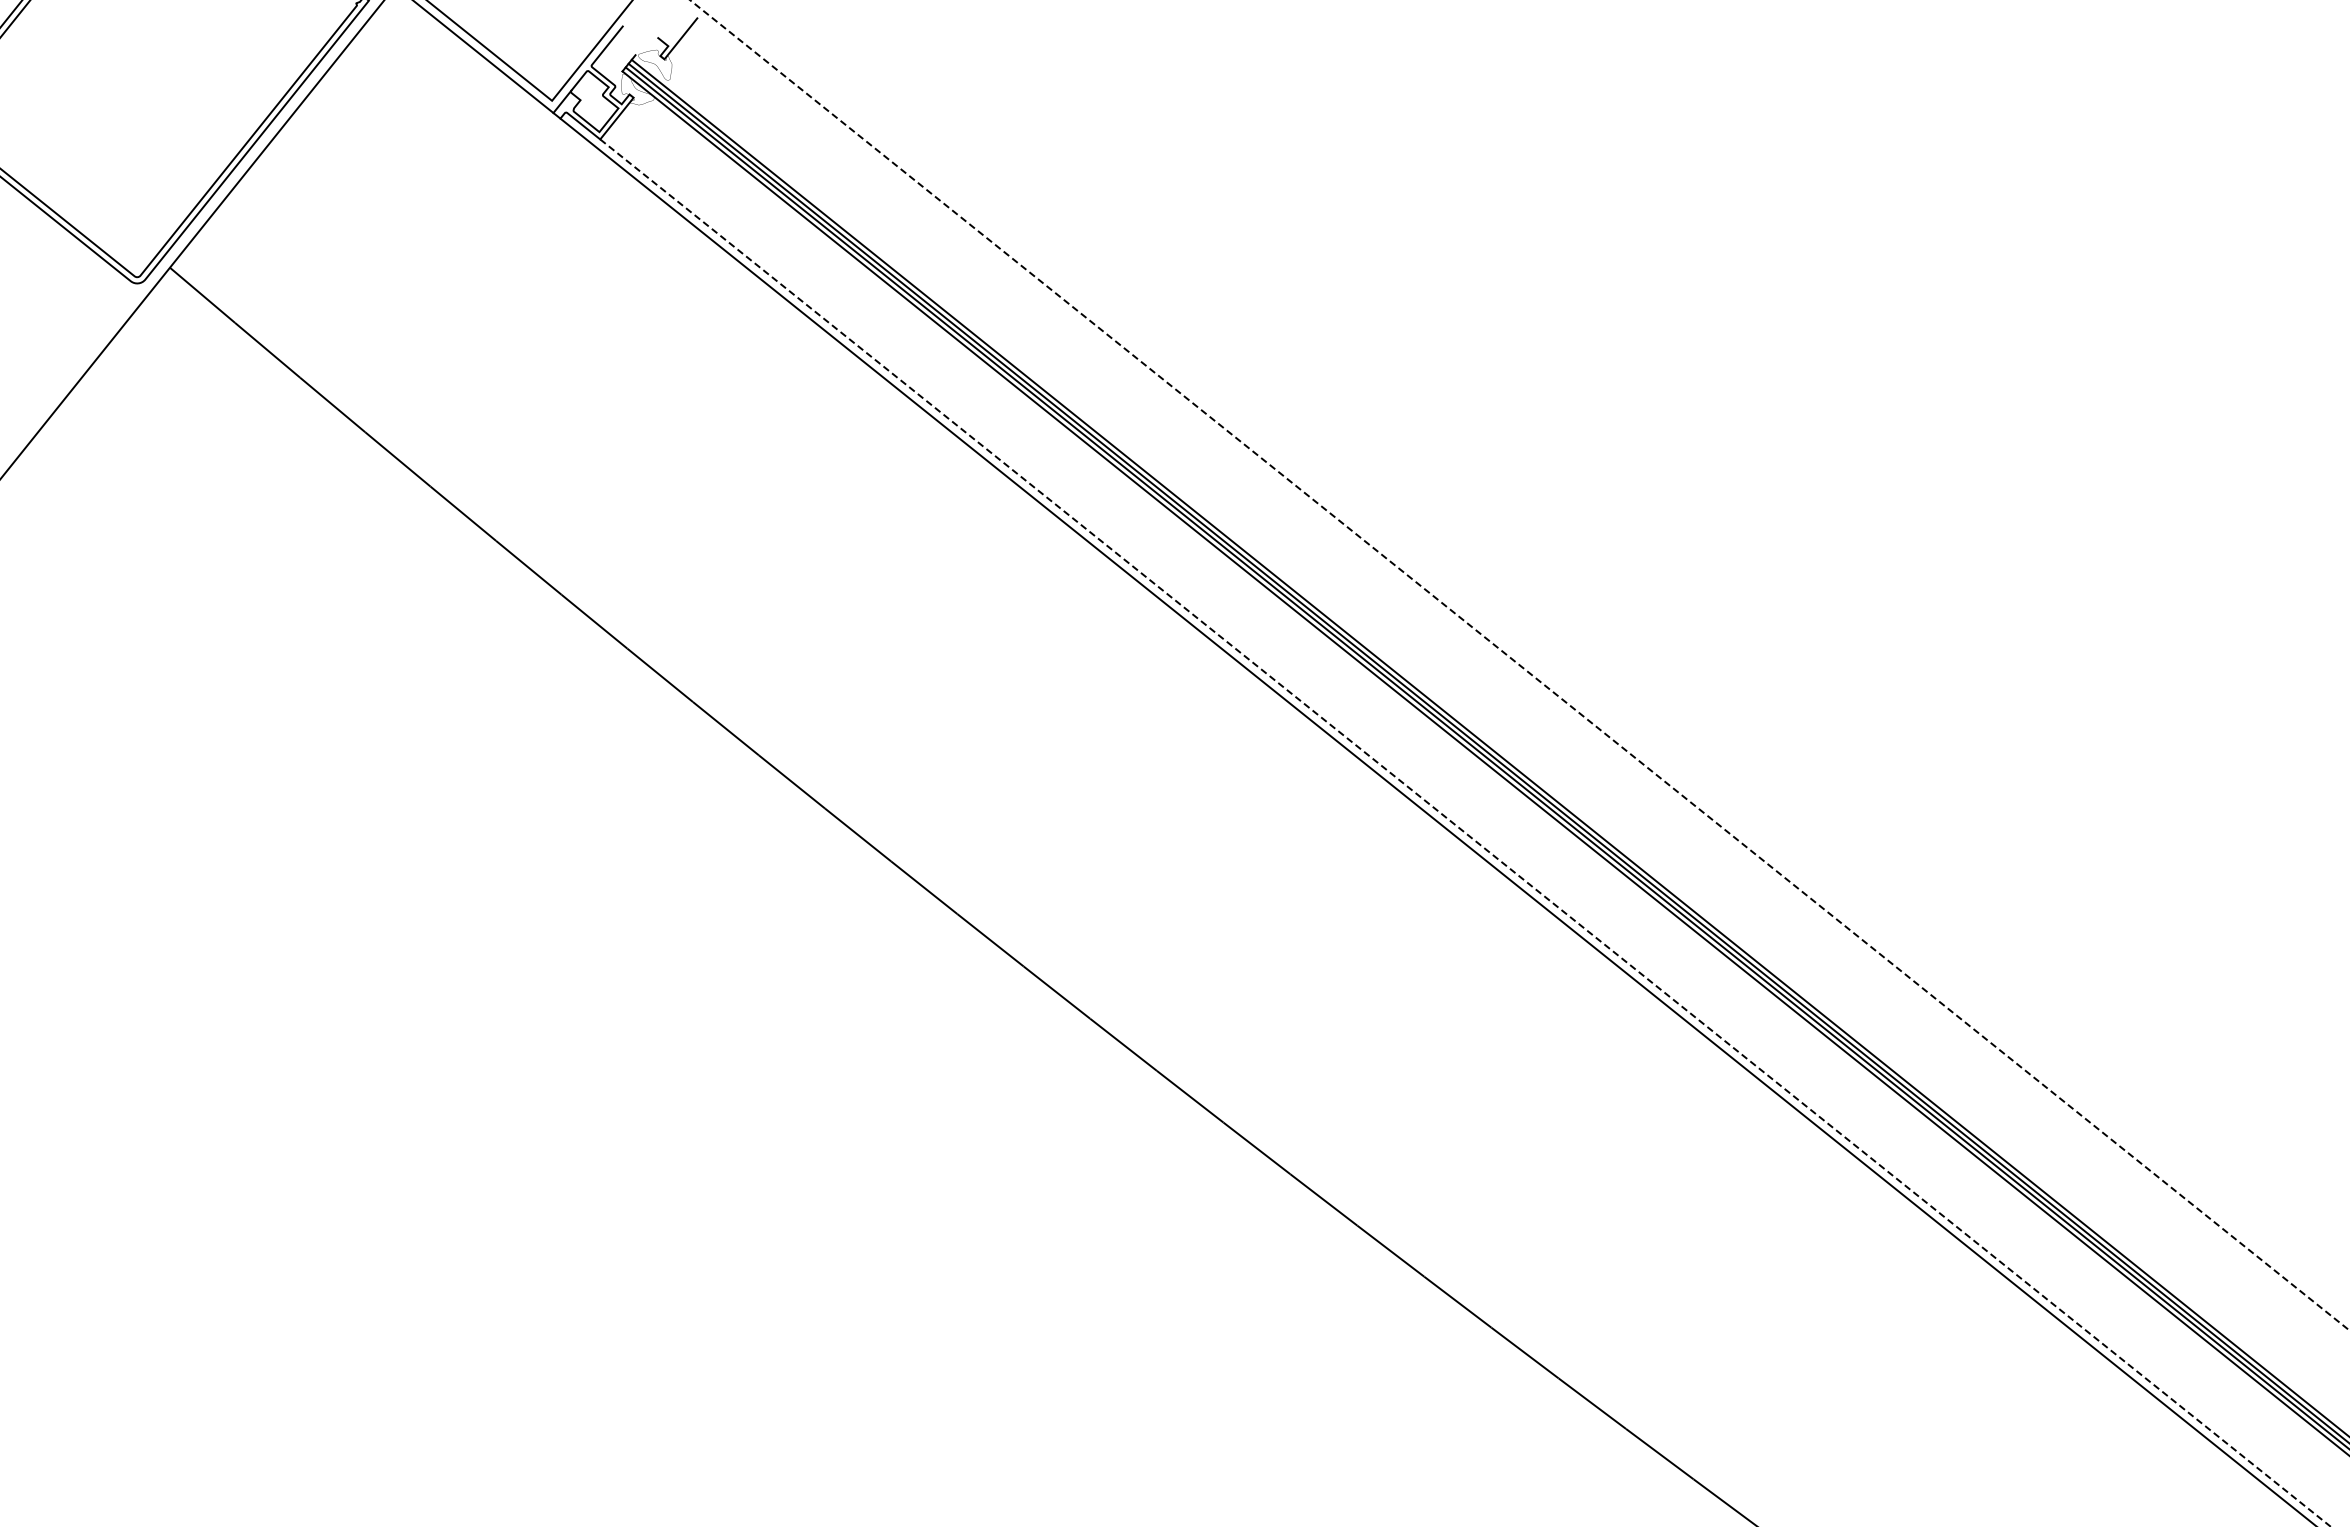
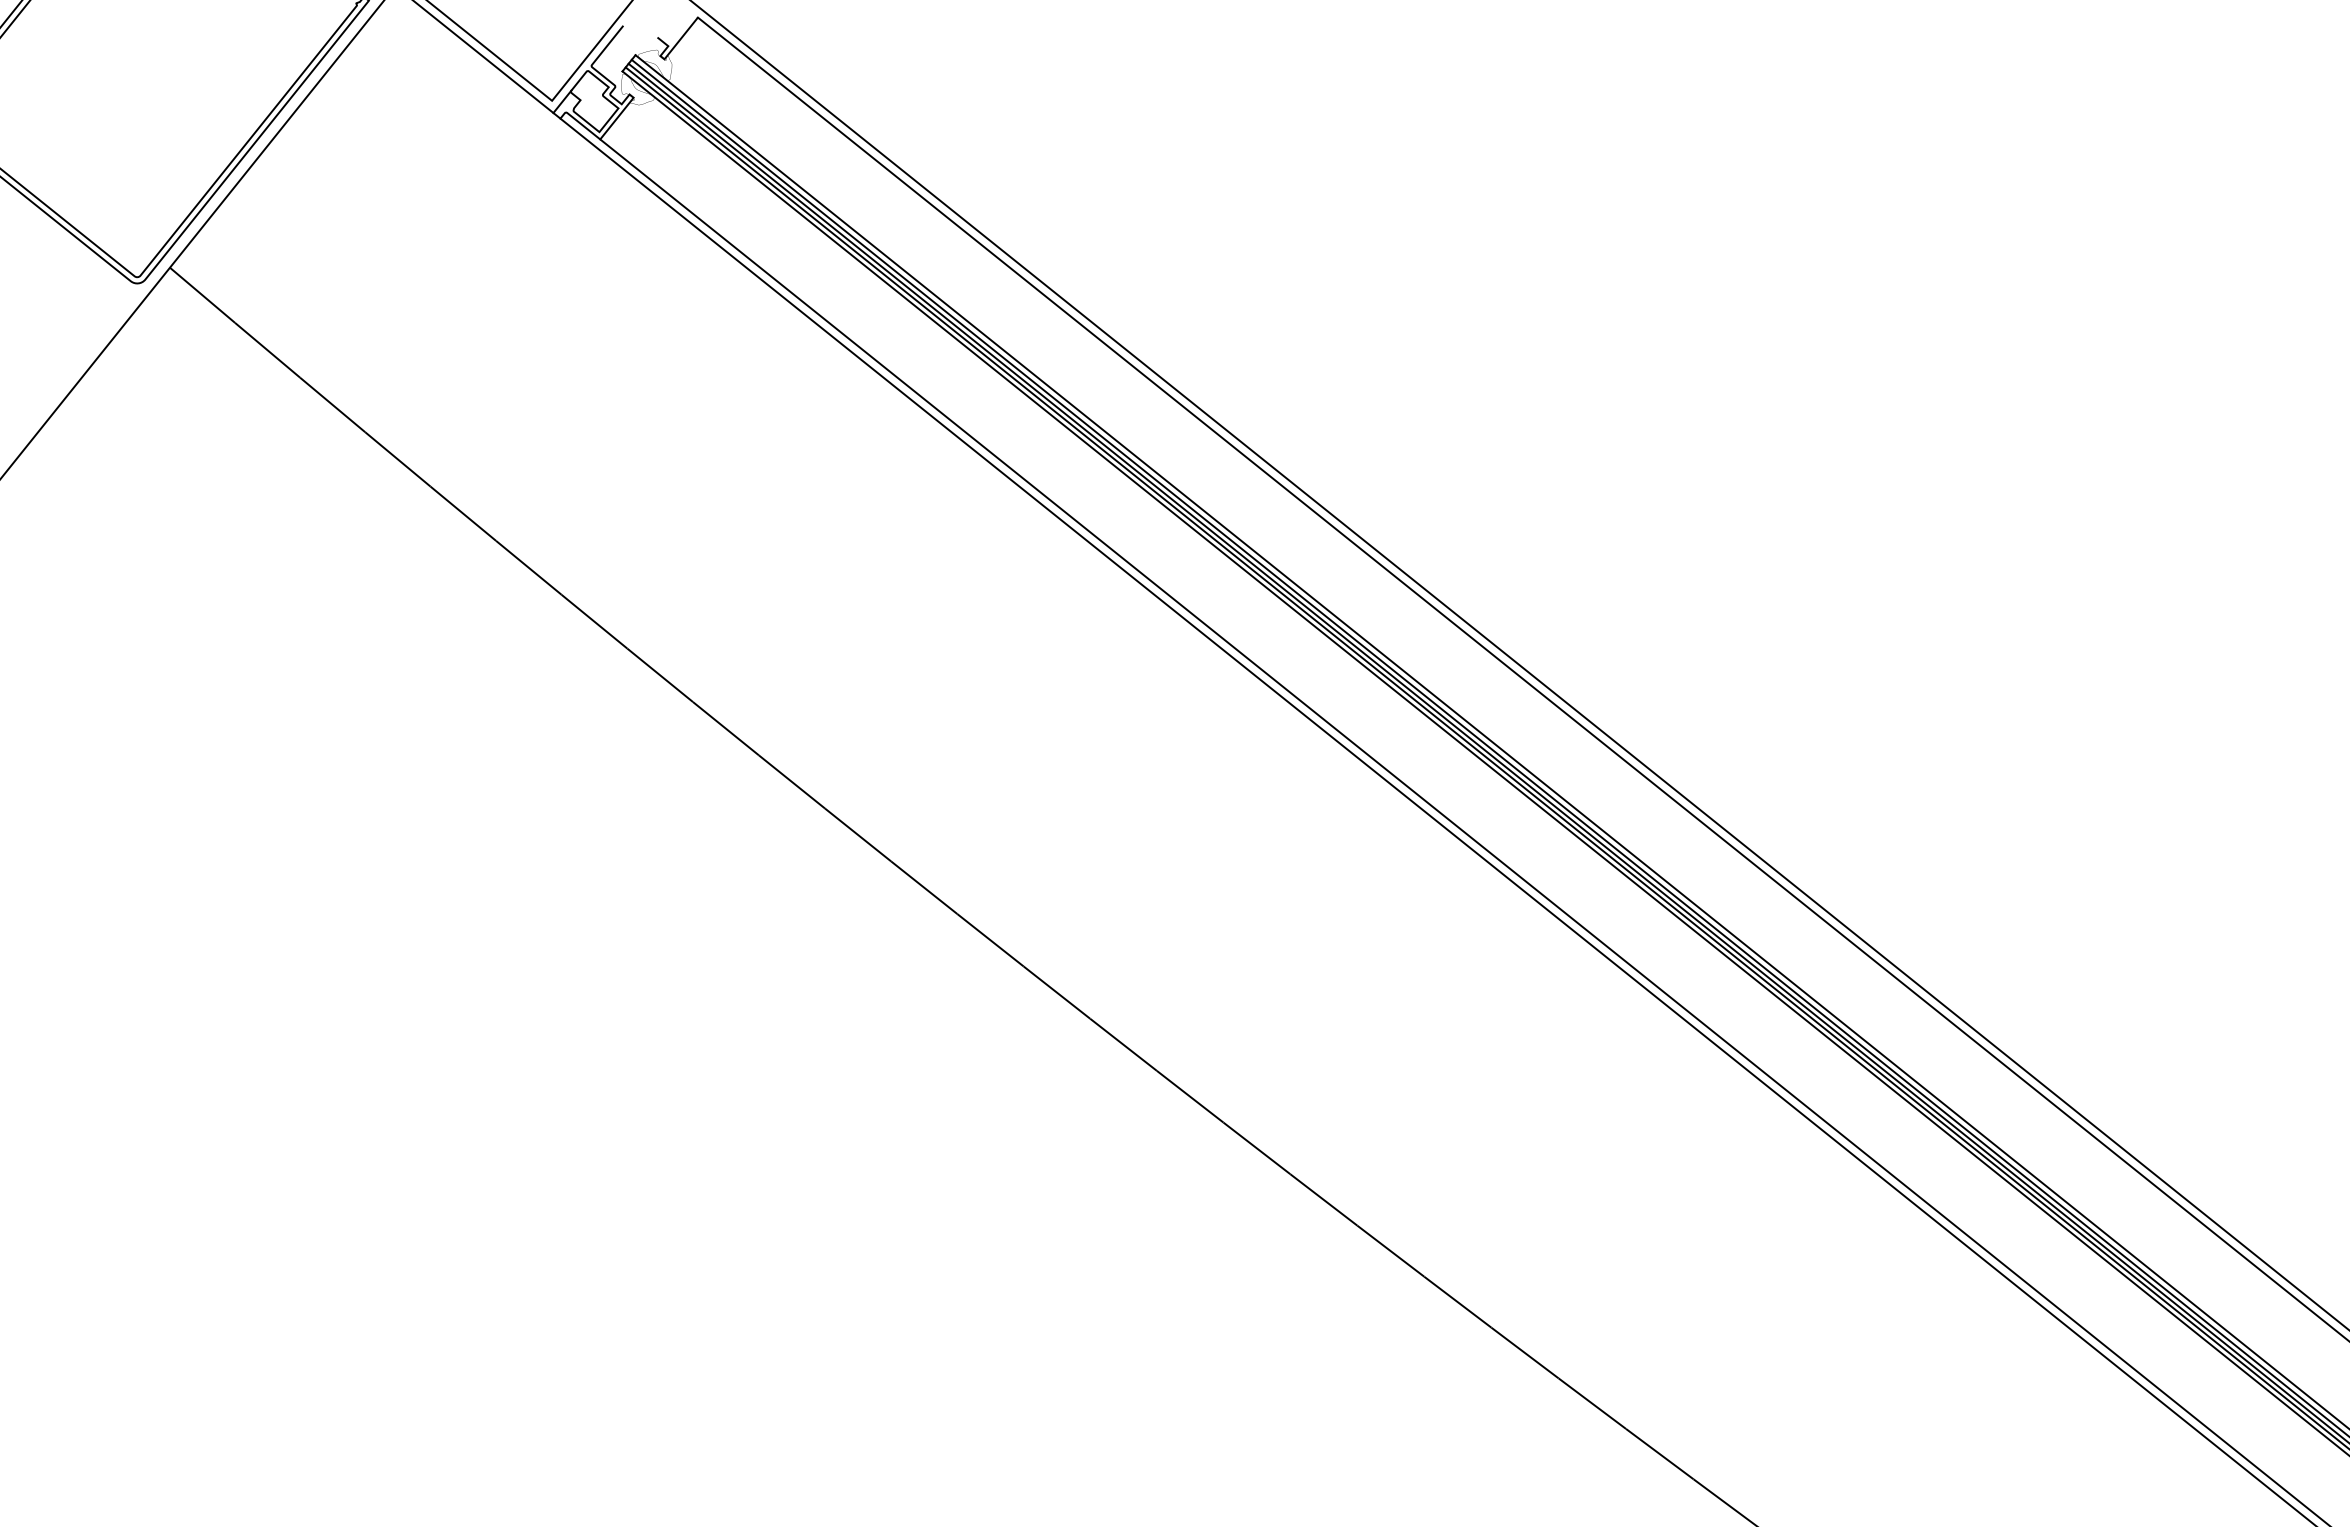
line at (1520, 665): dashed -> solid
line at (1521, 678): none -> present
line at (1490, 741): none -> present
line at (1465, 832): dashed -> solid
